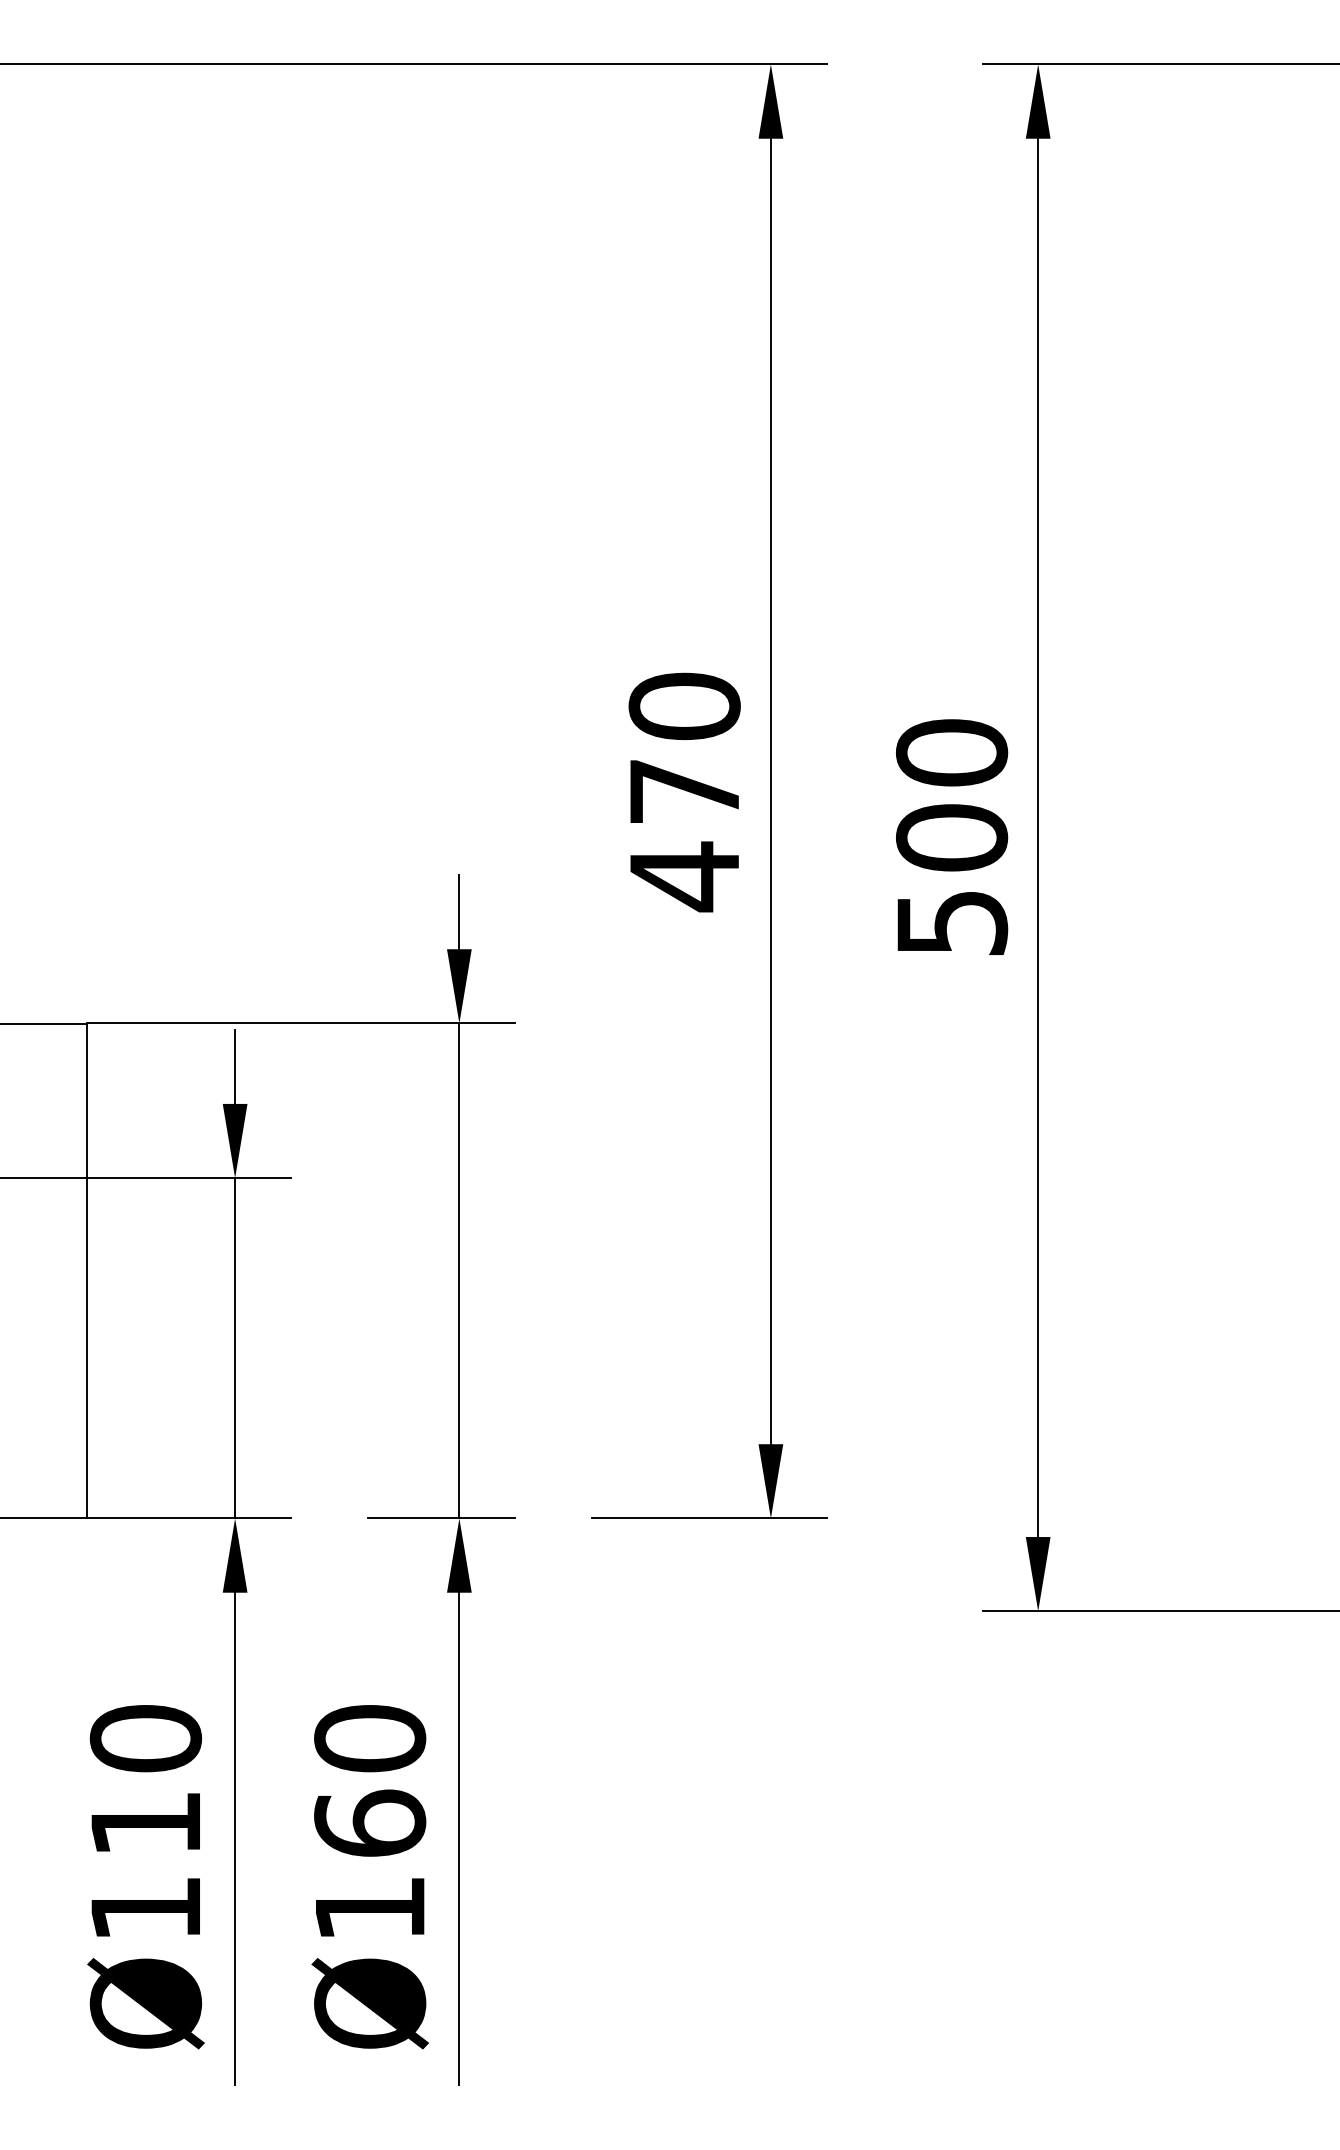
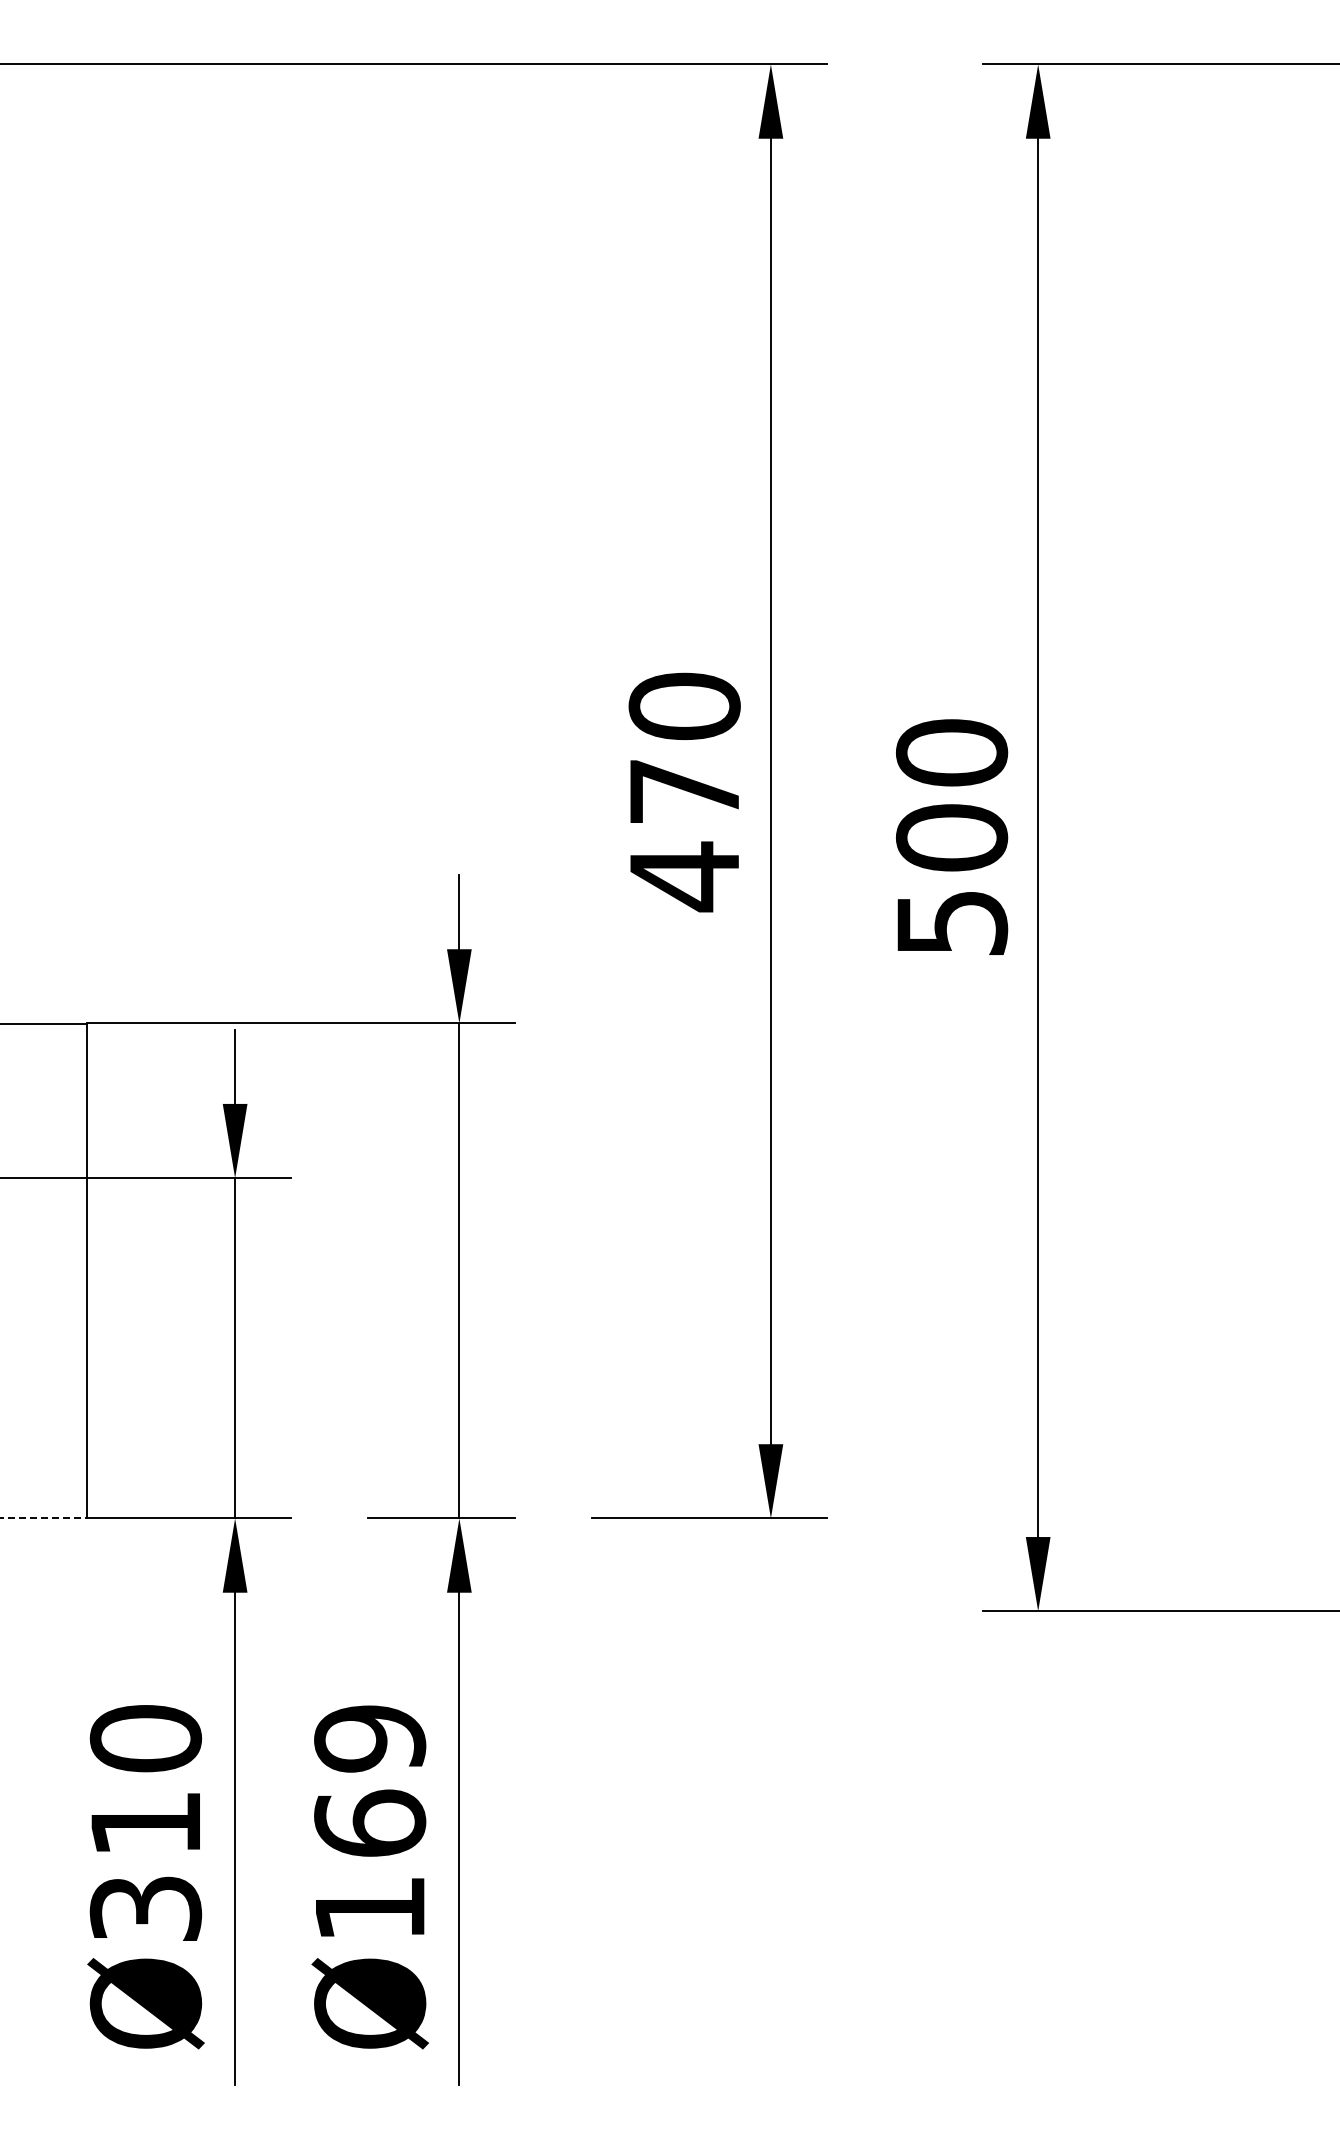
line at (44, 1518): solid -> dashed
text at (370, 1738): Ø160 -> Ø169
text at (145, 1908): Ø110 -> Ø310
